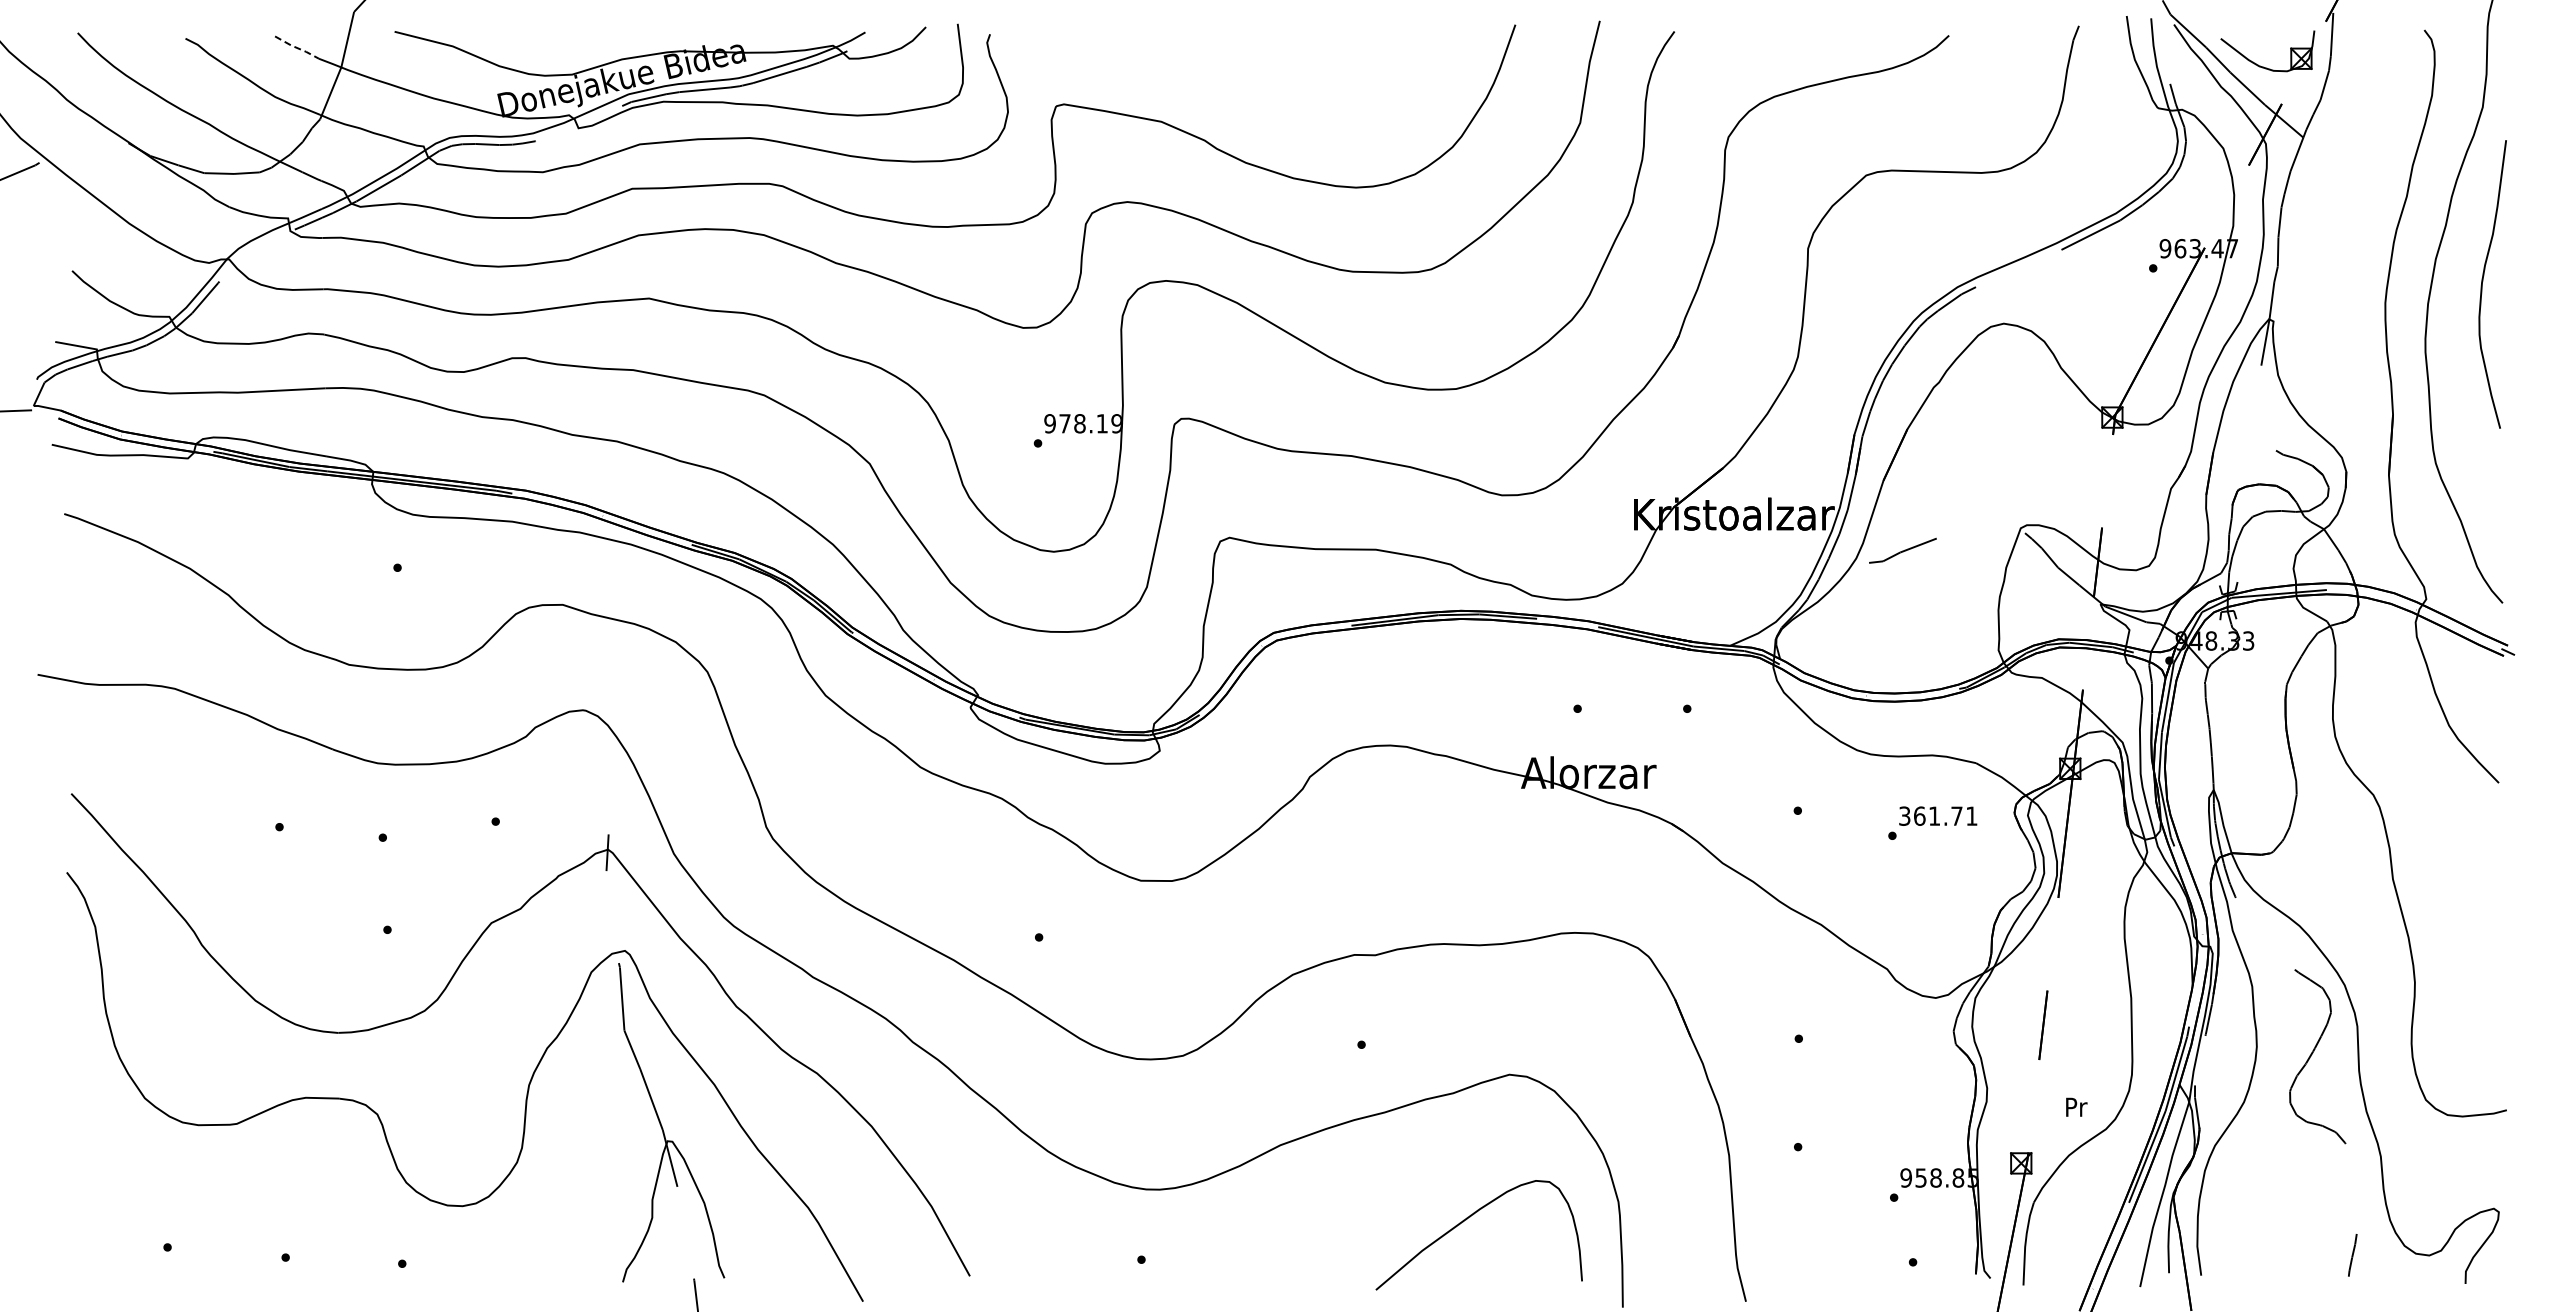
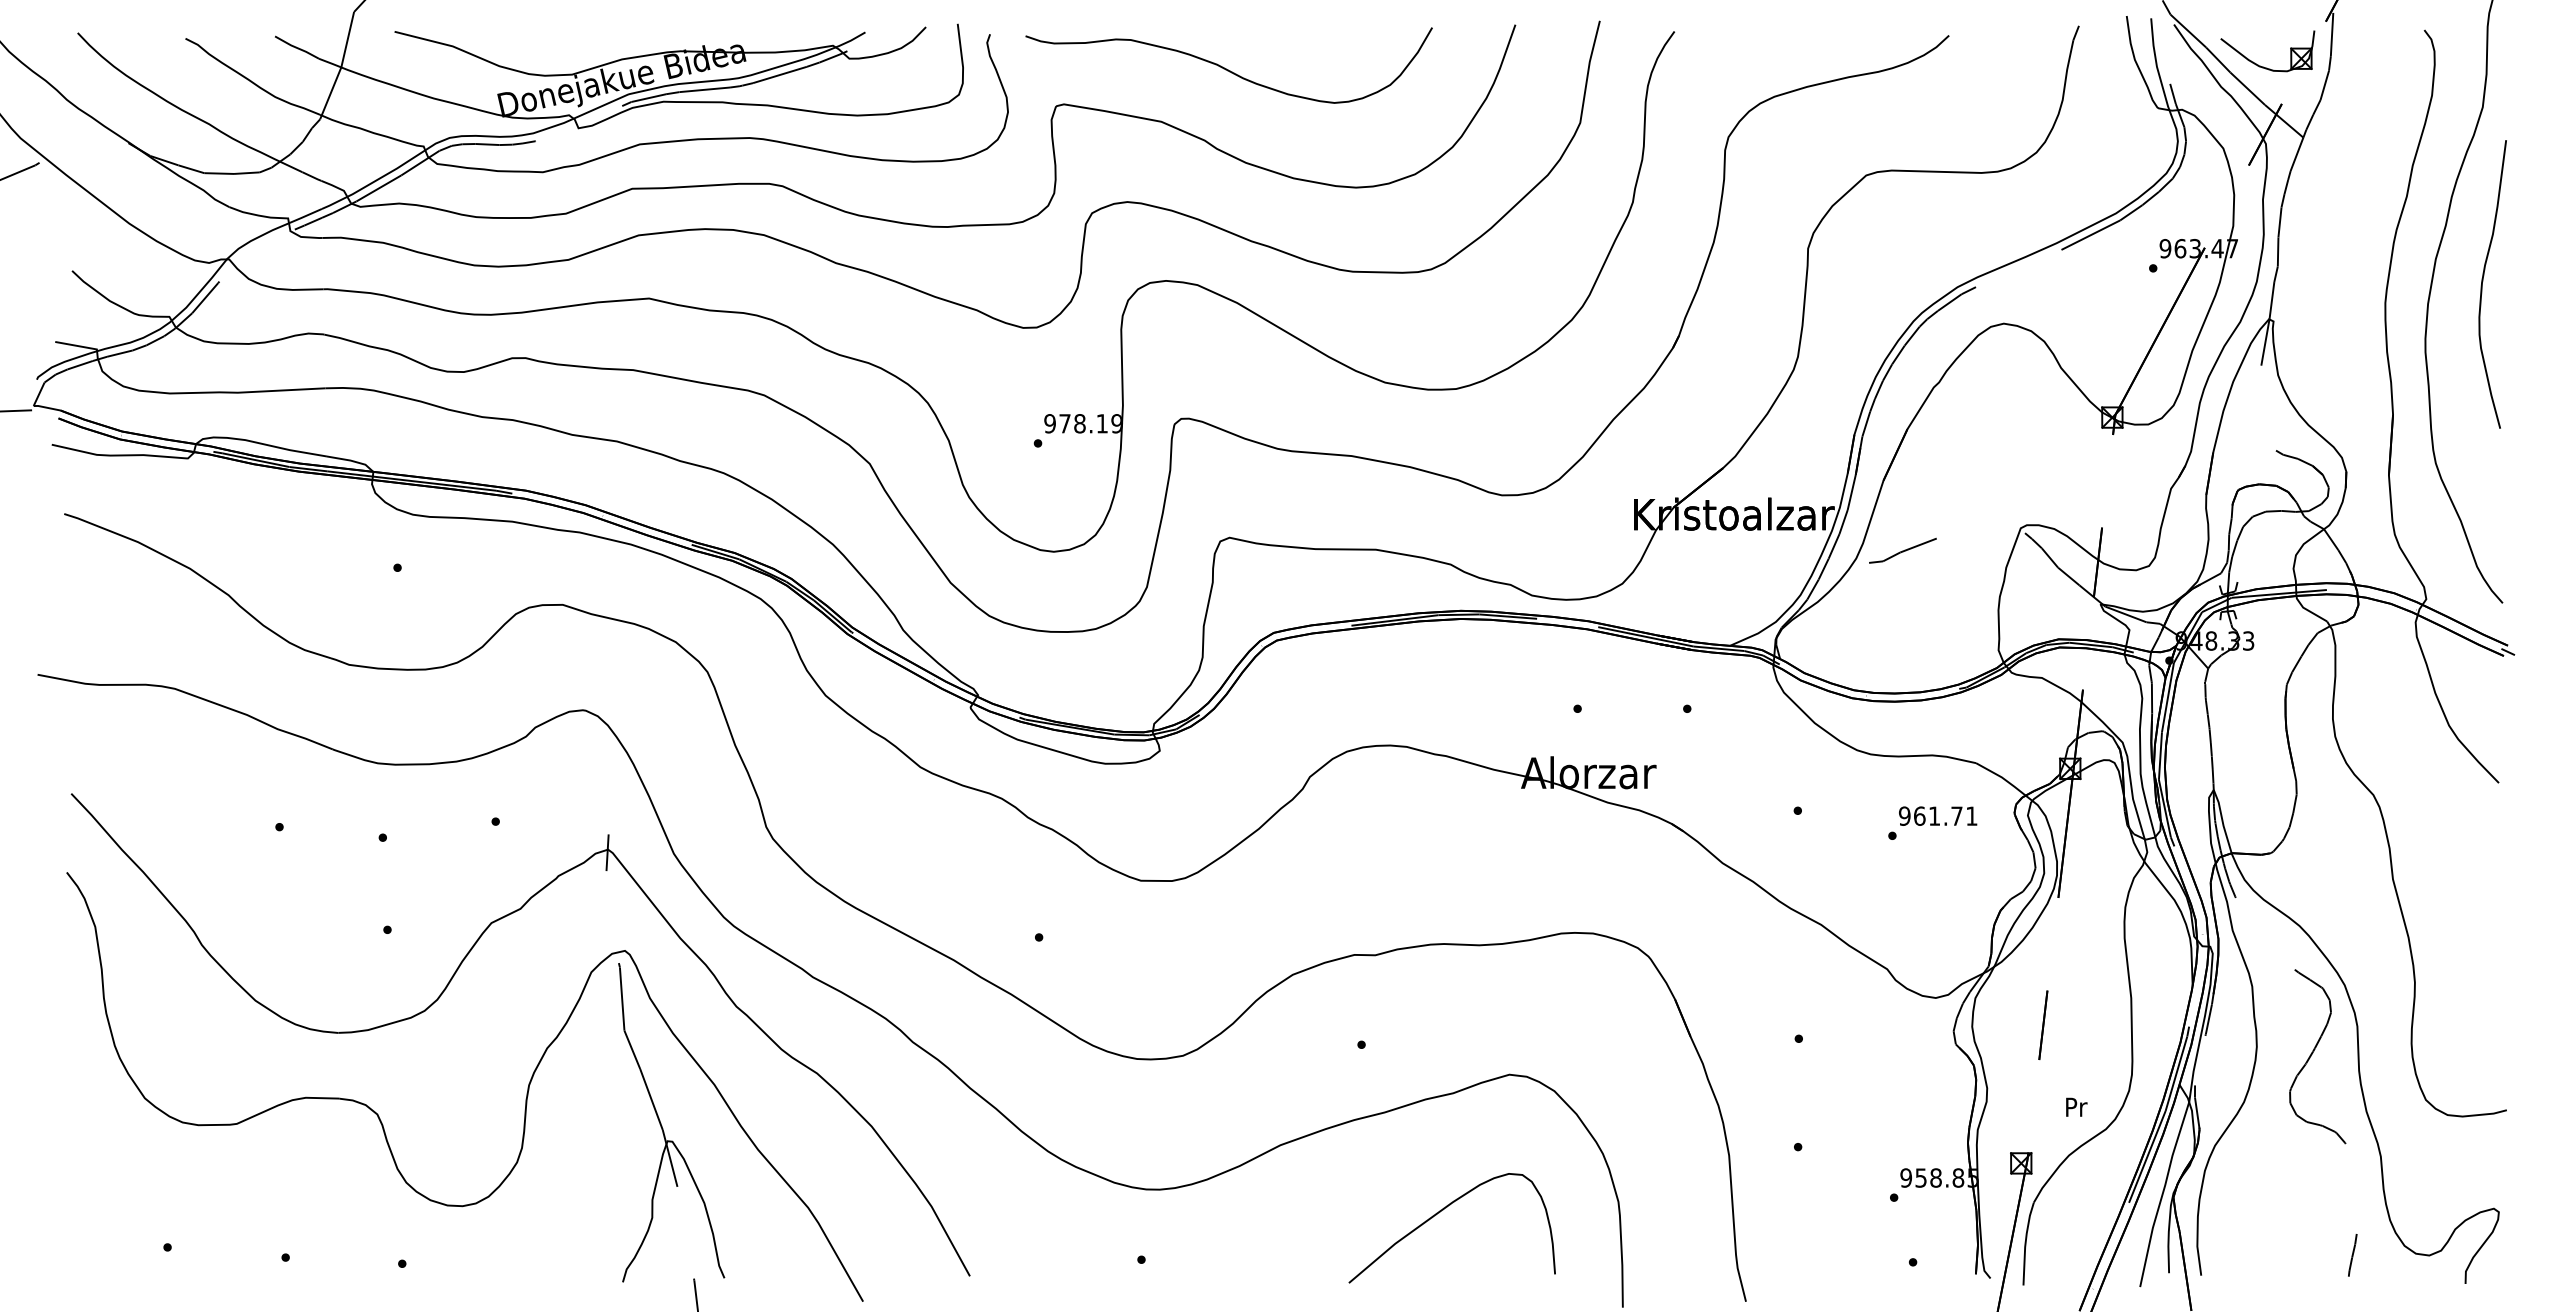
line at (297, 48): dashed -> solid
curve at (1226, 68): none -> present
text at (1904, 815): 361.71 -> 961.71
curve at (1466, 1220) position: (1466, 1220) -> (1439, 1213)
